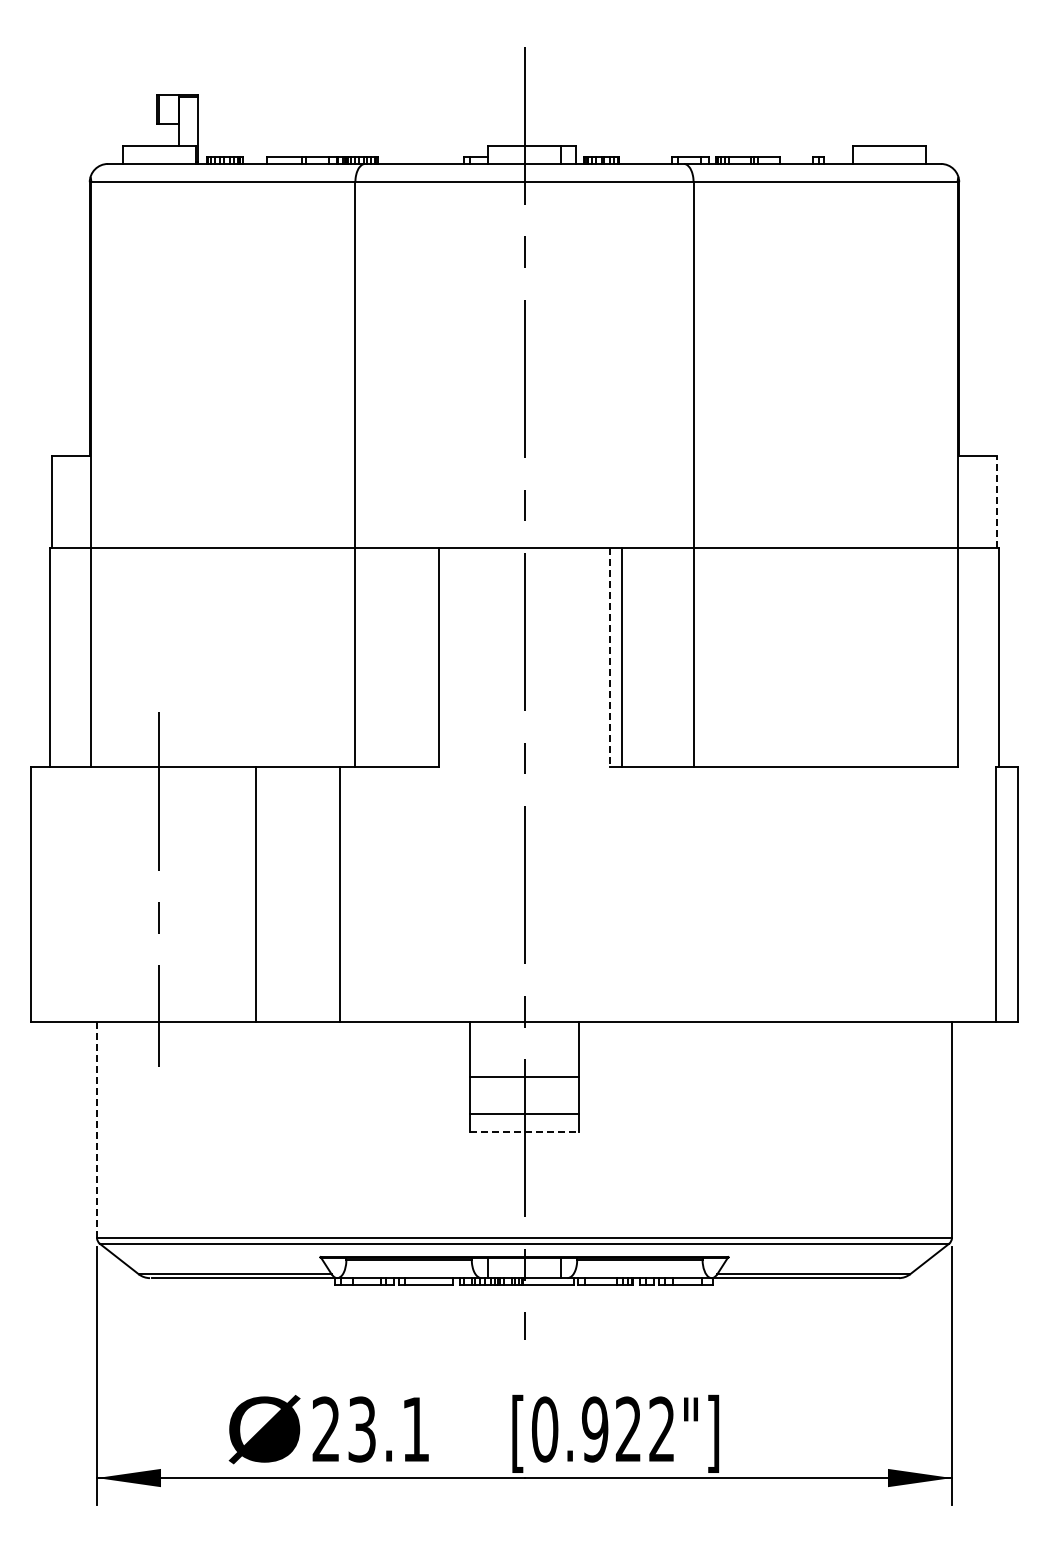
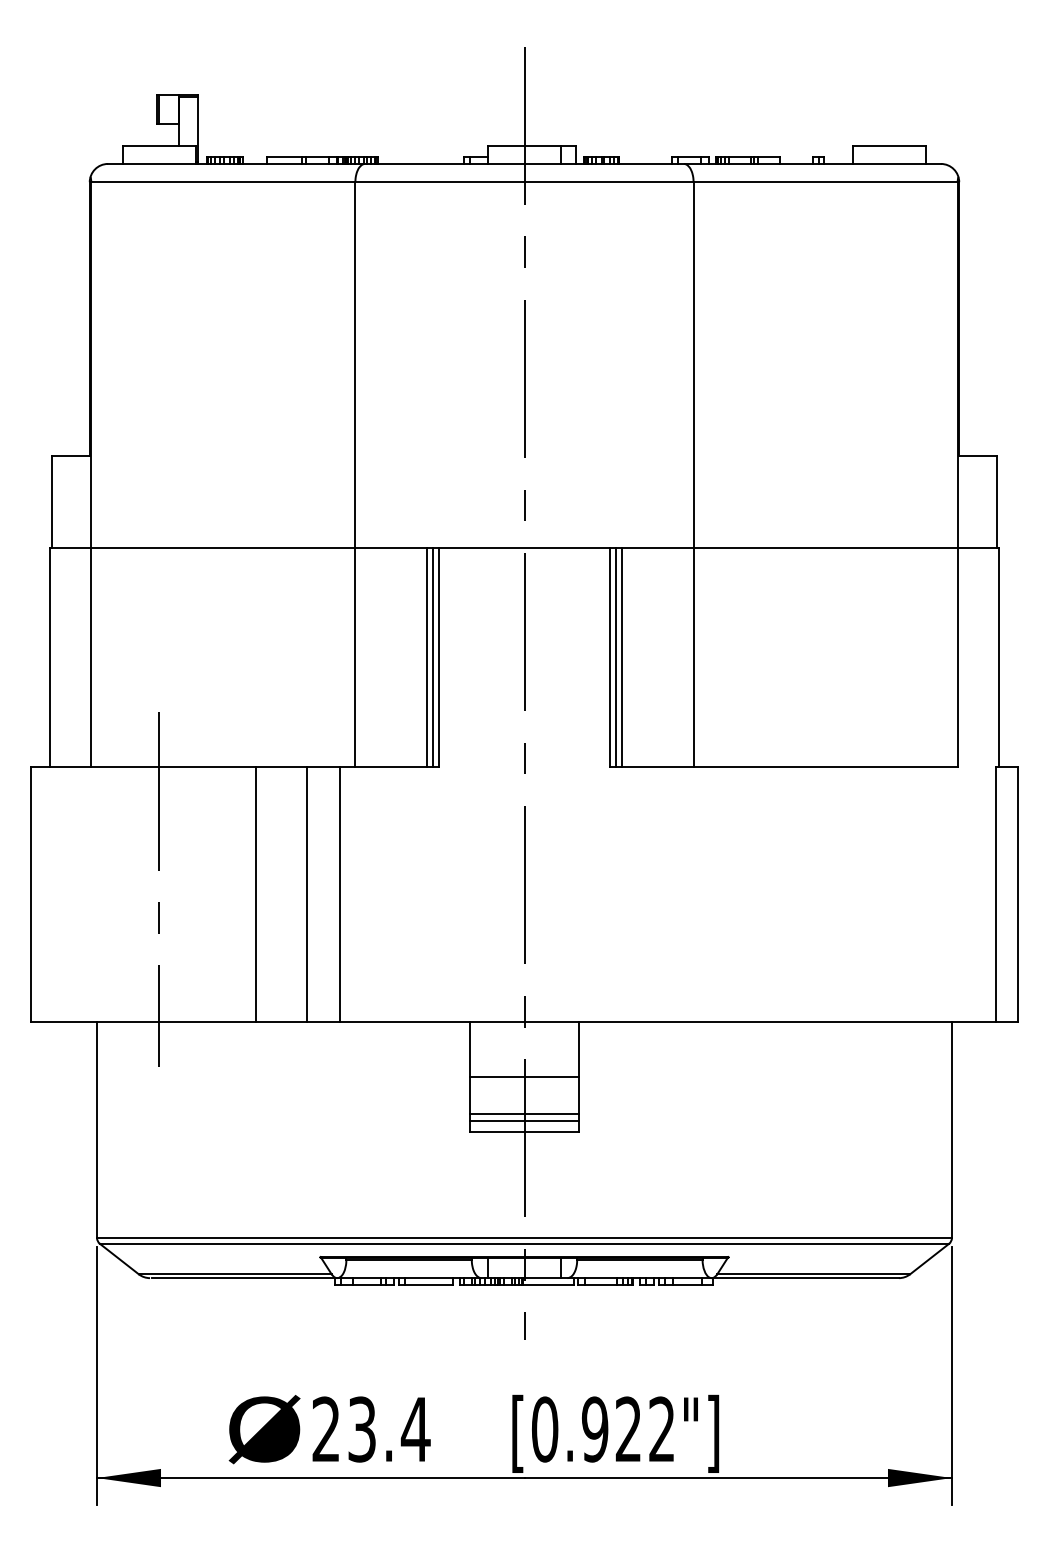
line at (996, 501): dashed -> solid
line at (427, 656): none -> present
line at (433, 656): none -> present
line at (615, 656): none -> present
line at (609, 657): dashed -> solid
line at (306, 894): none -> present
line at (524, 1121): none -> present
line at (97, 1130): dashed -> solid
line at (524, 1132): dashed -> solid
text at (415, 1429): 23.1 -> 23.4
